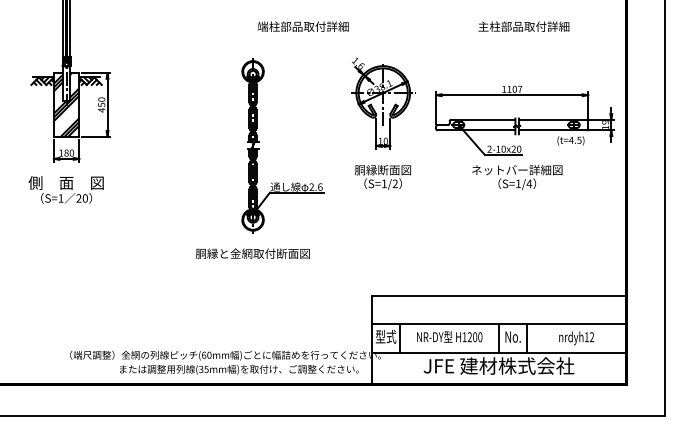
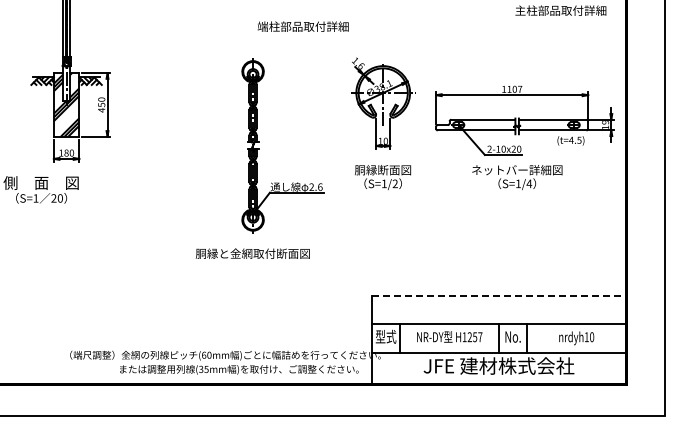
text at (523, 26) position: (523, 26) -> (560, 10)
text at (65, 189) position: (65, 189) -> (40, 189)
line at (498, 296): solid -> dashed
text at (477, 337): H1200 -> H1257
text at (592, 337): nrdyh12 -> nrdyh10
